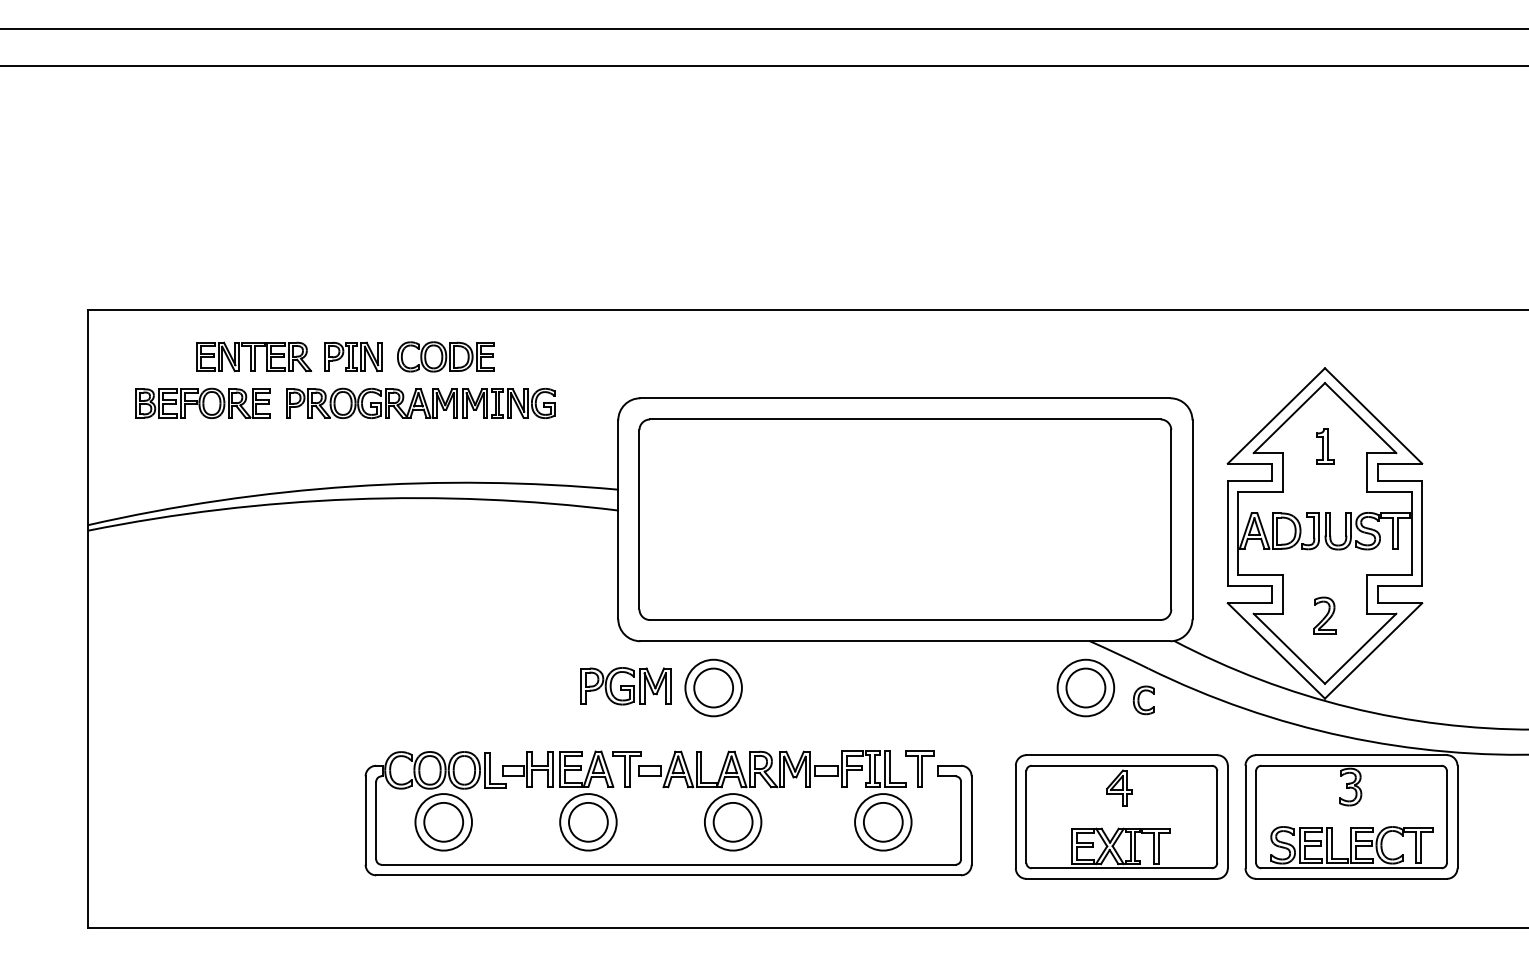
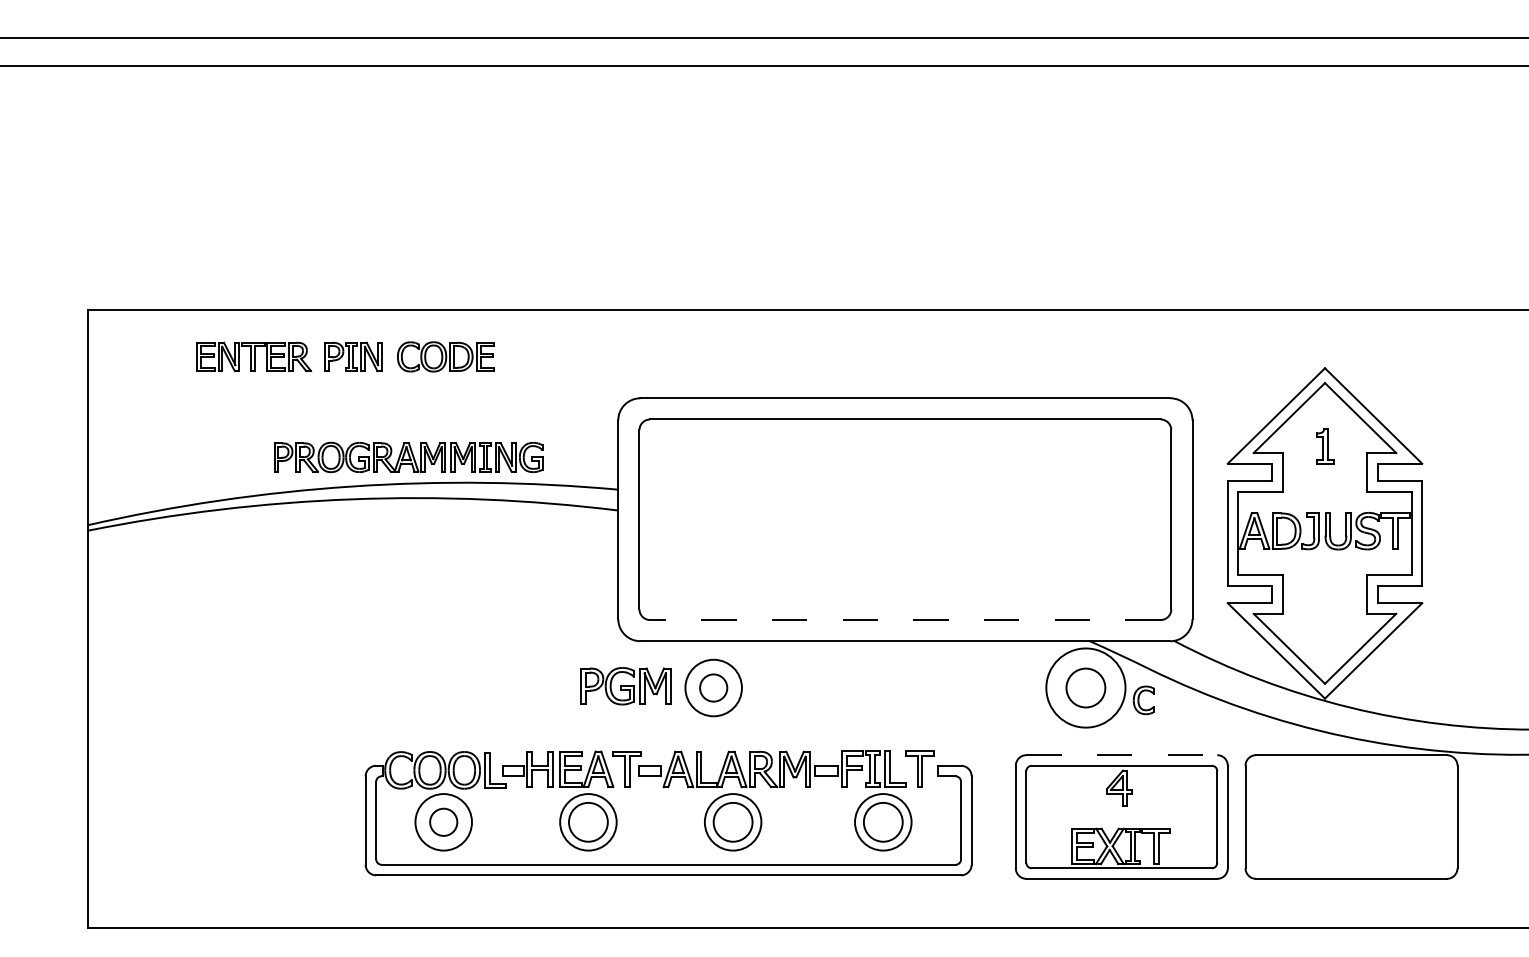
line at (763, 28) position: (763, 28) -> (763, 37)
part at (202, 402): present -> none
part at (420, 402) position: (420, 402) -> (408, 456)
part at (1324, 615): present -> none
line at (904, 620): solid -> dashed
circle at (713, 687) diameter: 39 px -> 27 px
circle at (1085, 687) diameter: 57 px -> 79 px
line at (1122, 755): solid -> dashed
part at (1351, 817): present -> none
circle at (443, 821) diameter: 39 px -> 27 px
